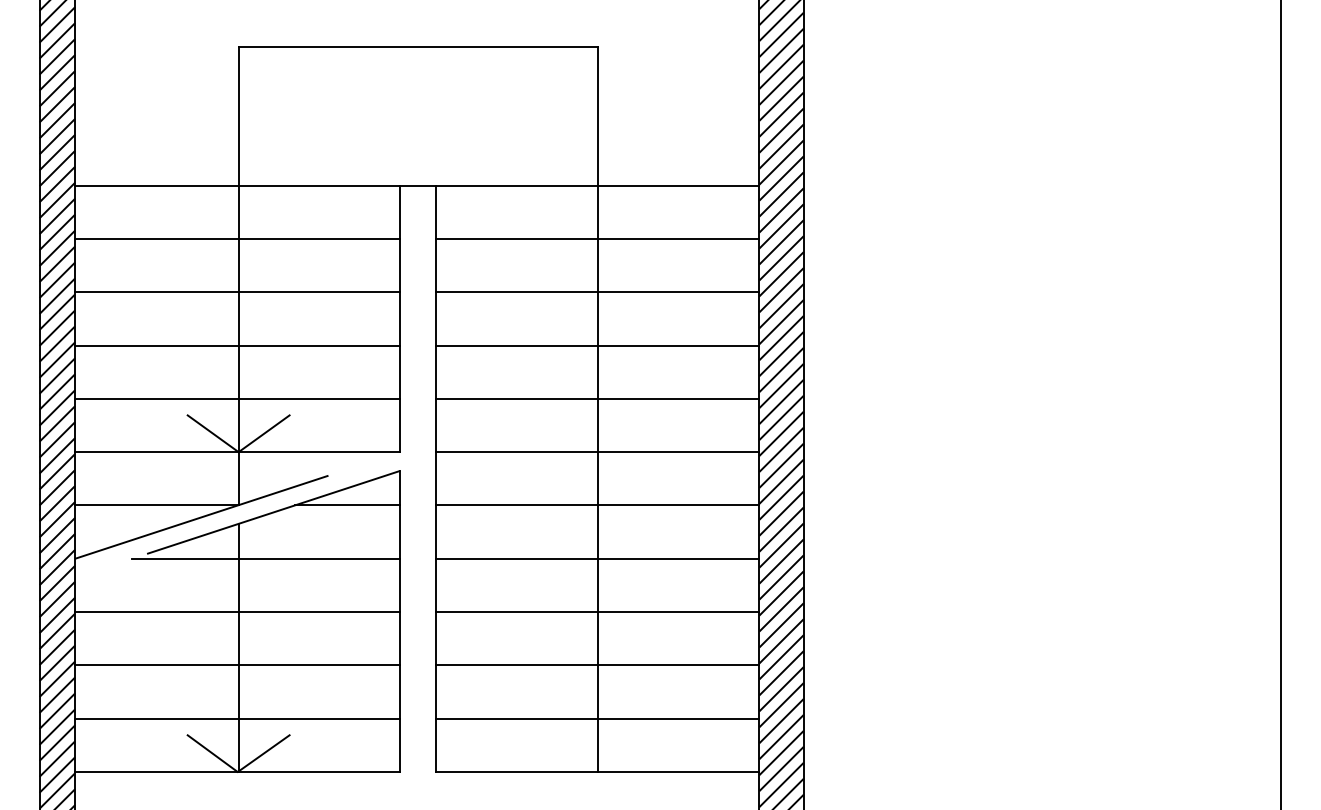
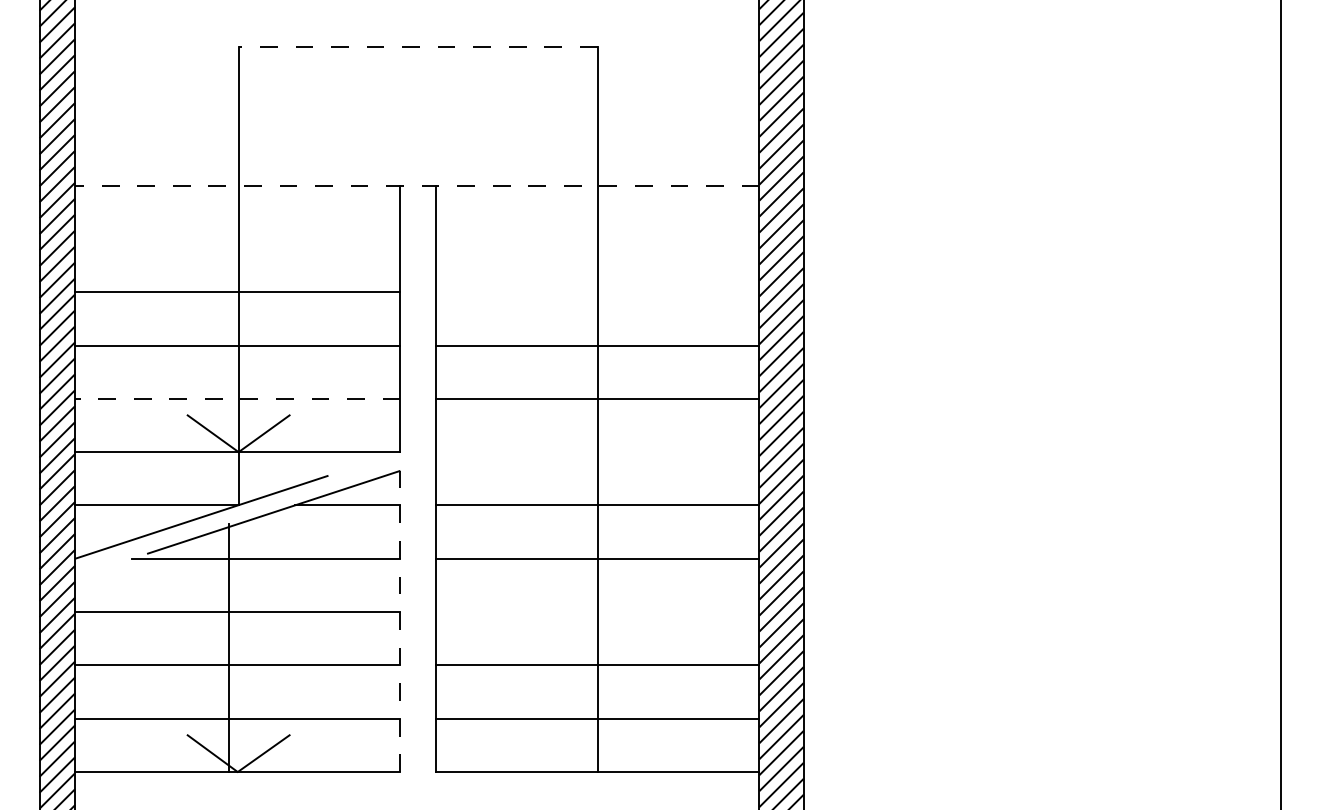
line at (417, 46): solid -> dashed
line at (416, 185): solid -> dashed
line at (237, 238): present -> none
line at (597, 238): present -> none
line at (597, 292): present -> none
line at (237, 398): solid -> dashed
line at (597, 452): present -> none
line at (597, 612): present -> none
line at (400, 621): solid -> dashed
line at (238, 647) position: (238, 647) -> (228, 647)
